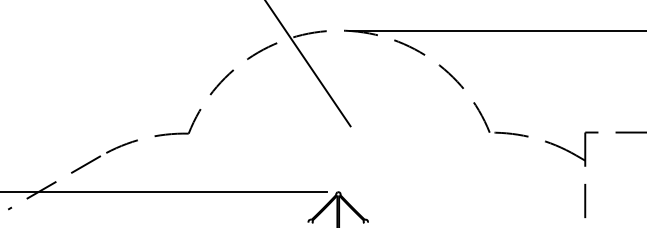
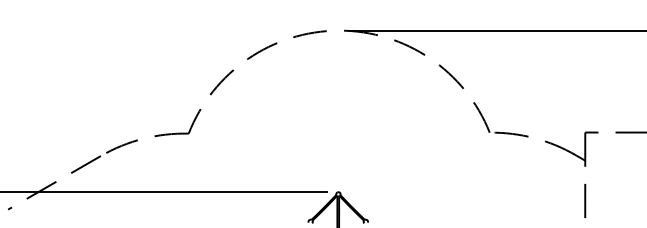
line at (308, 64): present -> none
